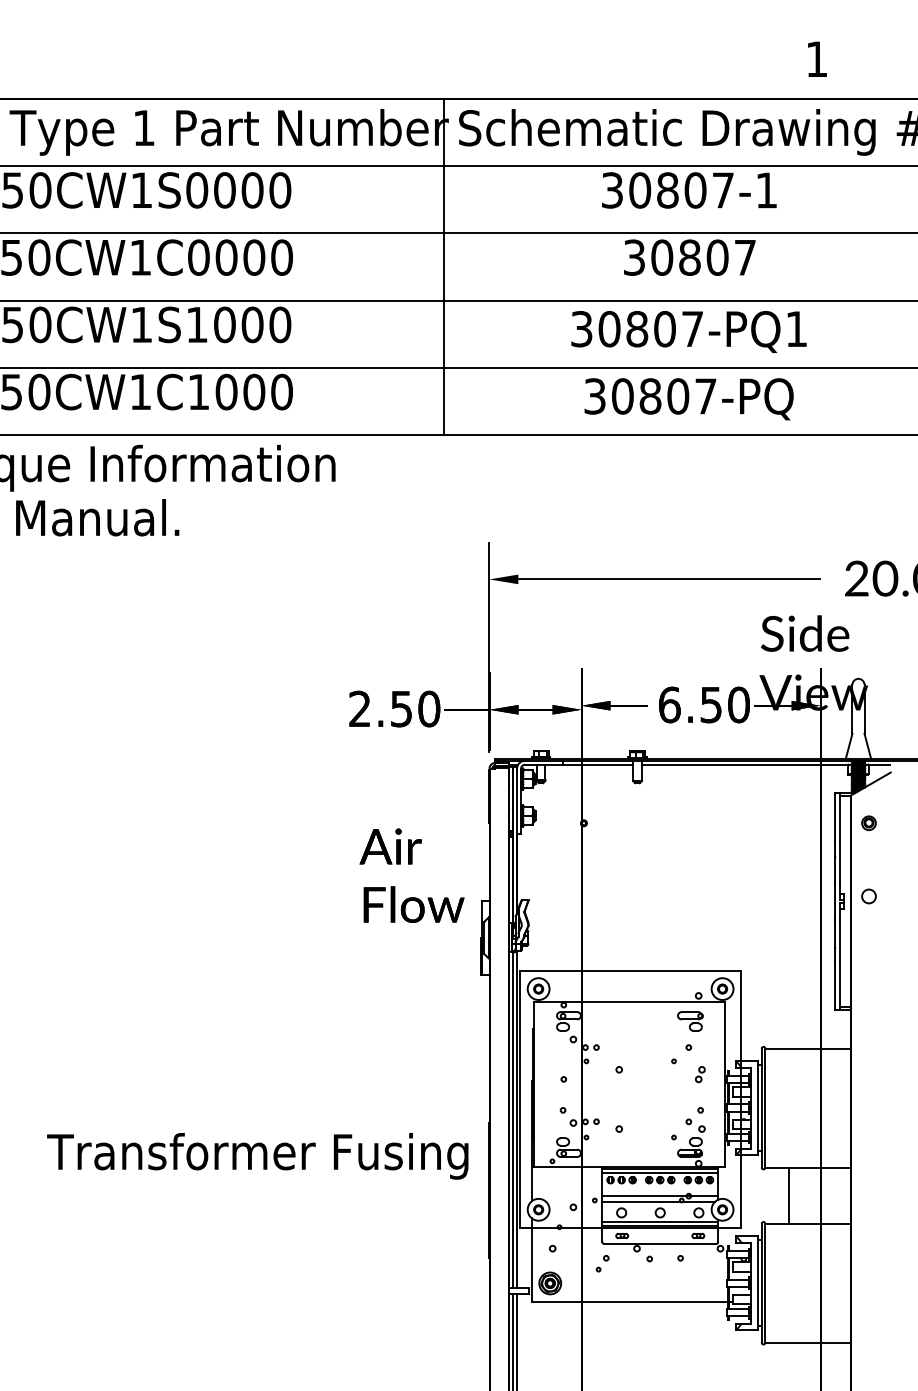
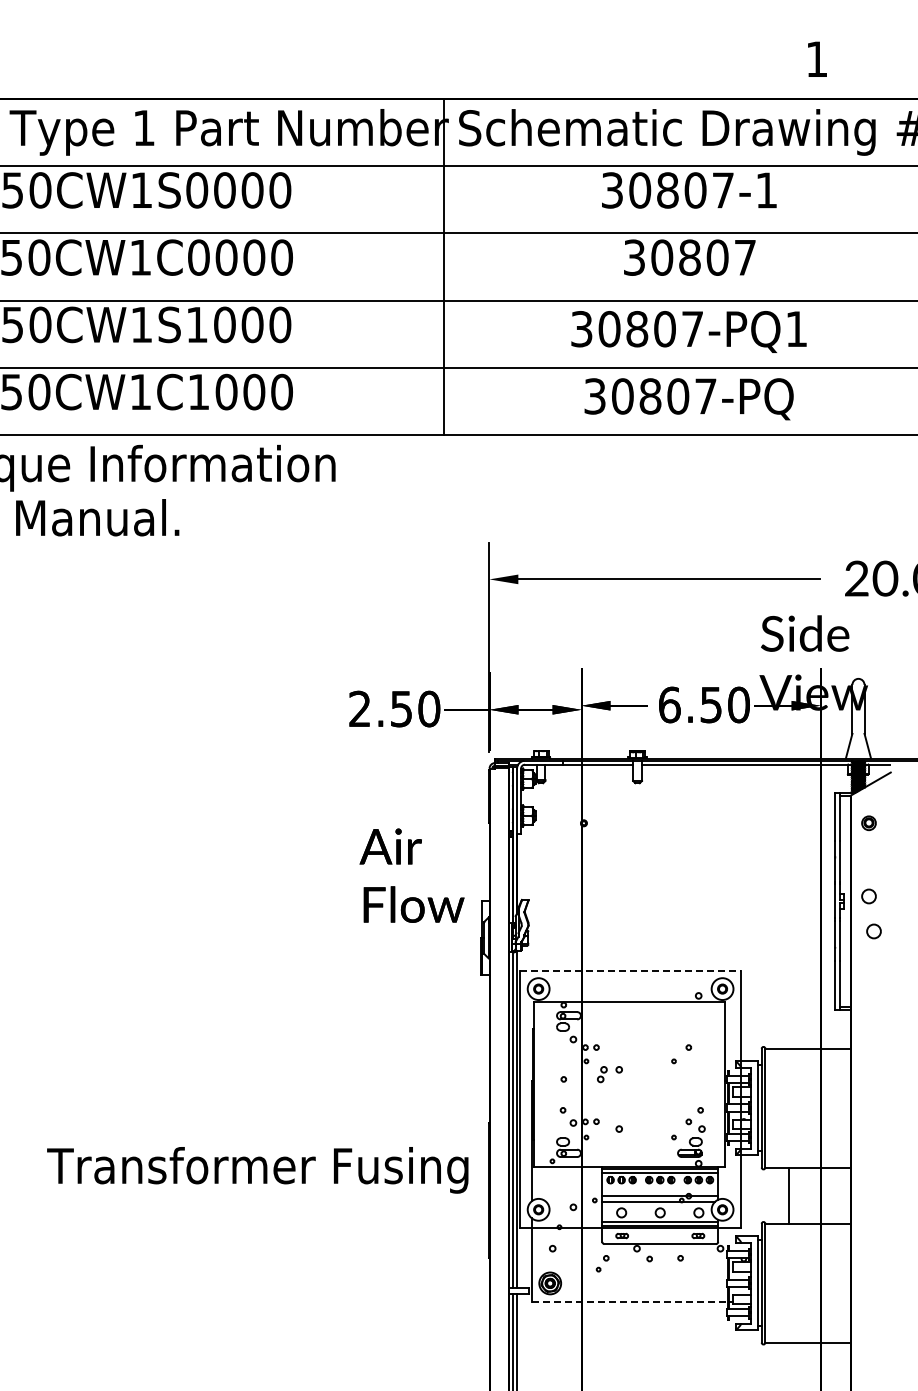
circle at (873, 931): none -> present
line at (631, 970): solid -> dashed
part at (690, 1021): present -> none
part at (700, 1074) position: (700, 1074) -> (602, 1074)
text at (257, 1156) position: (257, 1156) -> (257, 1170)
line at (630, 1301): solid -> dashed
